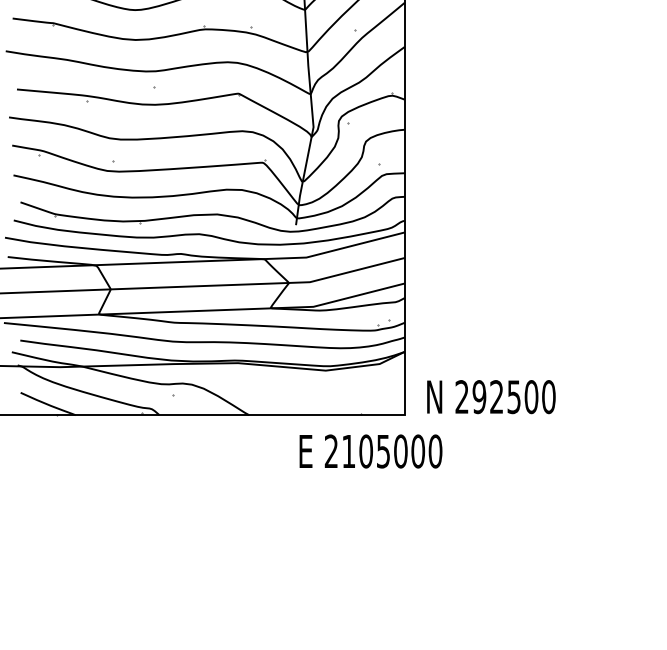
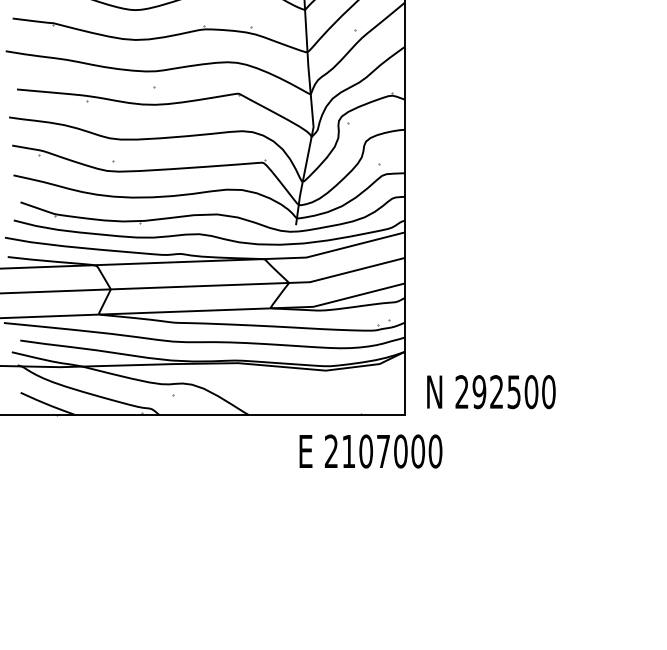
text at (491, 397) position: (491, 397) -> (491, 392)
text at (383, 451): 2105000 -> 2107000
